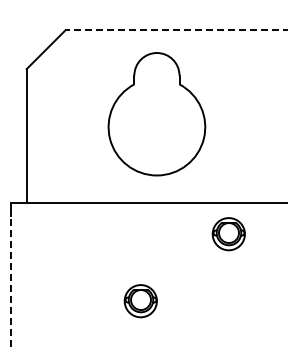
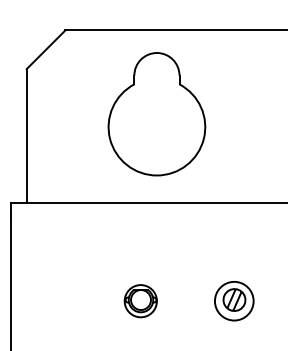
line at (176, 30): dashed -> solid
part at (228, 234): present -> none
line at (11, 283): dashed -> solid
part at (234, 301): none -> present
